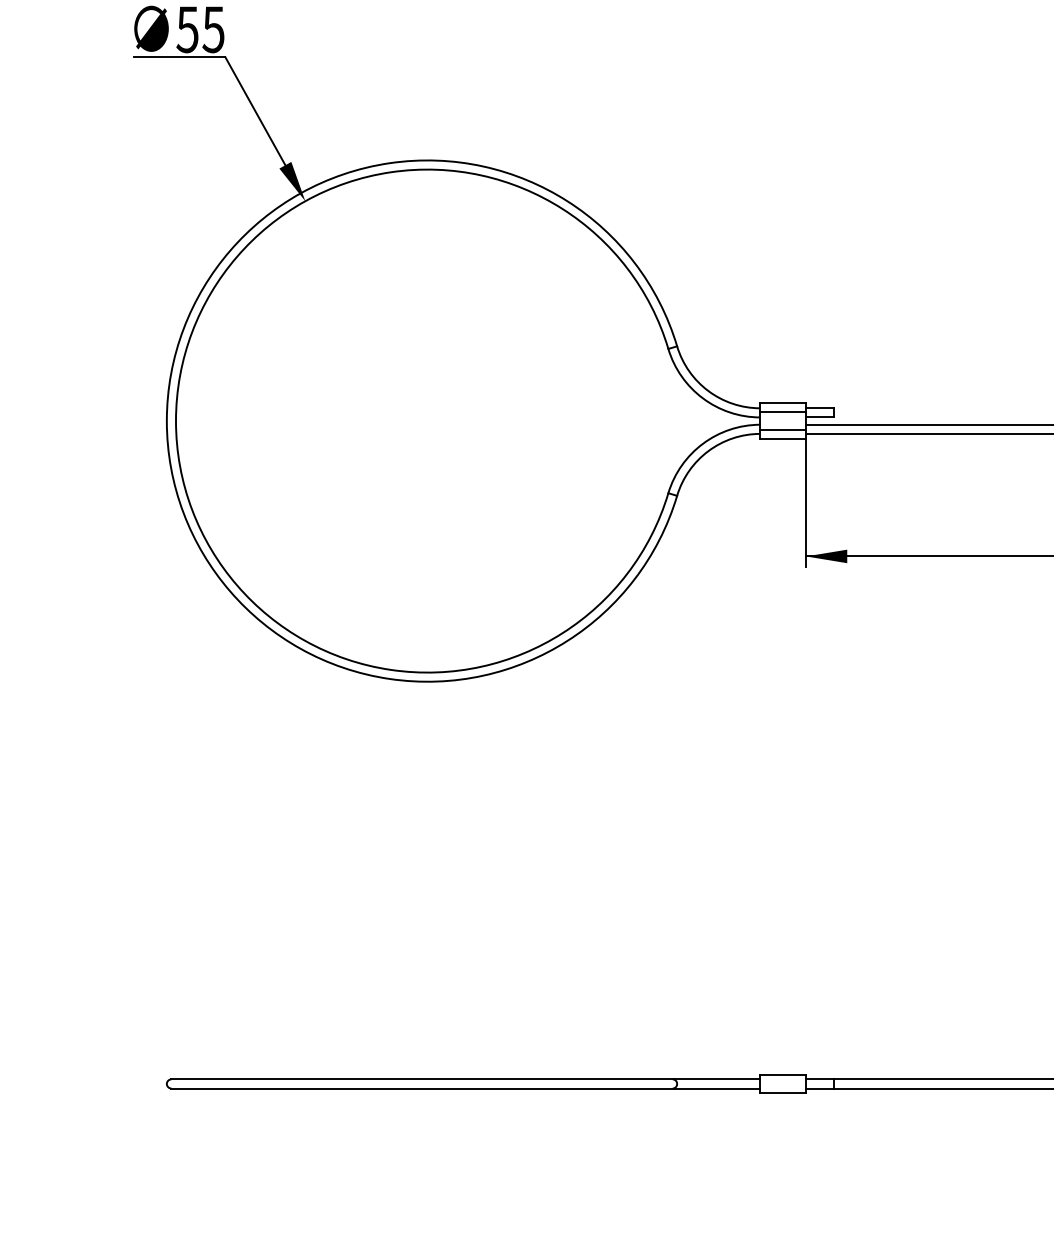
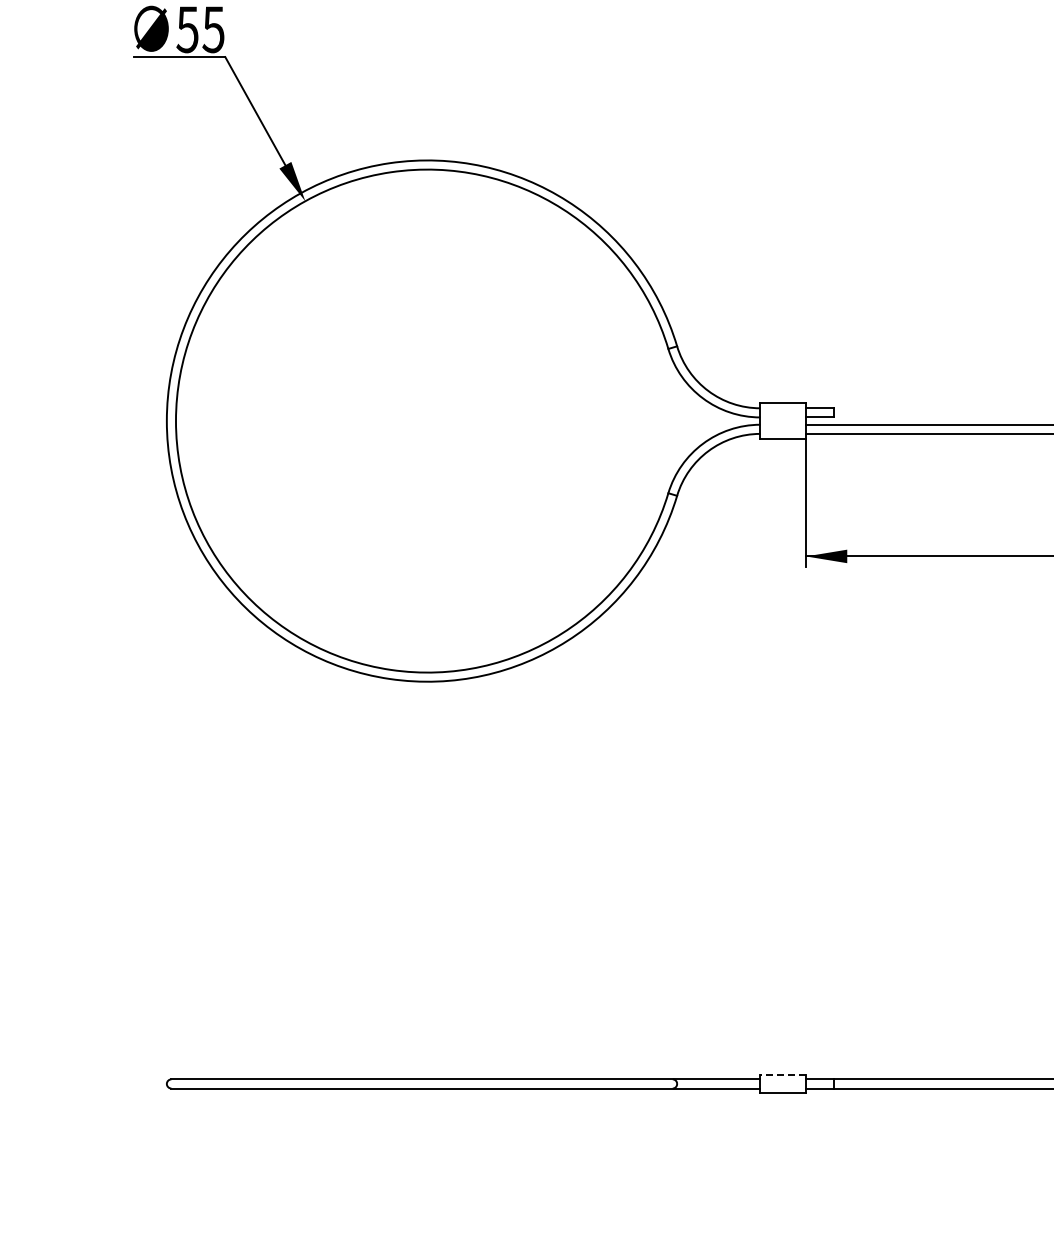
line at (783, 411): present -> none
line at (783, 430): present -> none
line at (783, 1074): solid -> dashed
